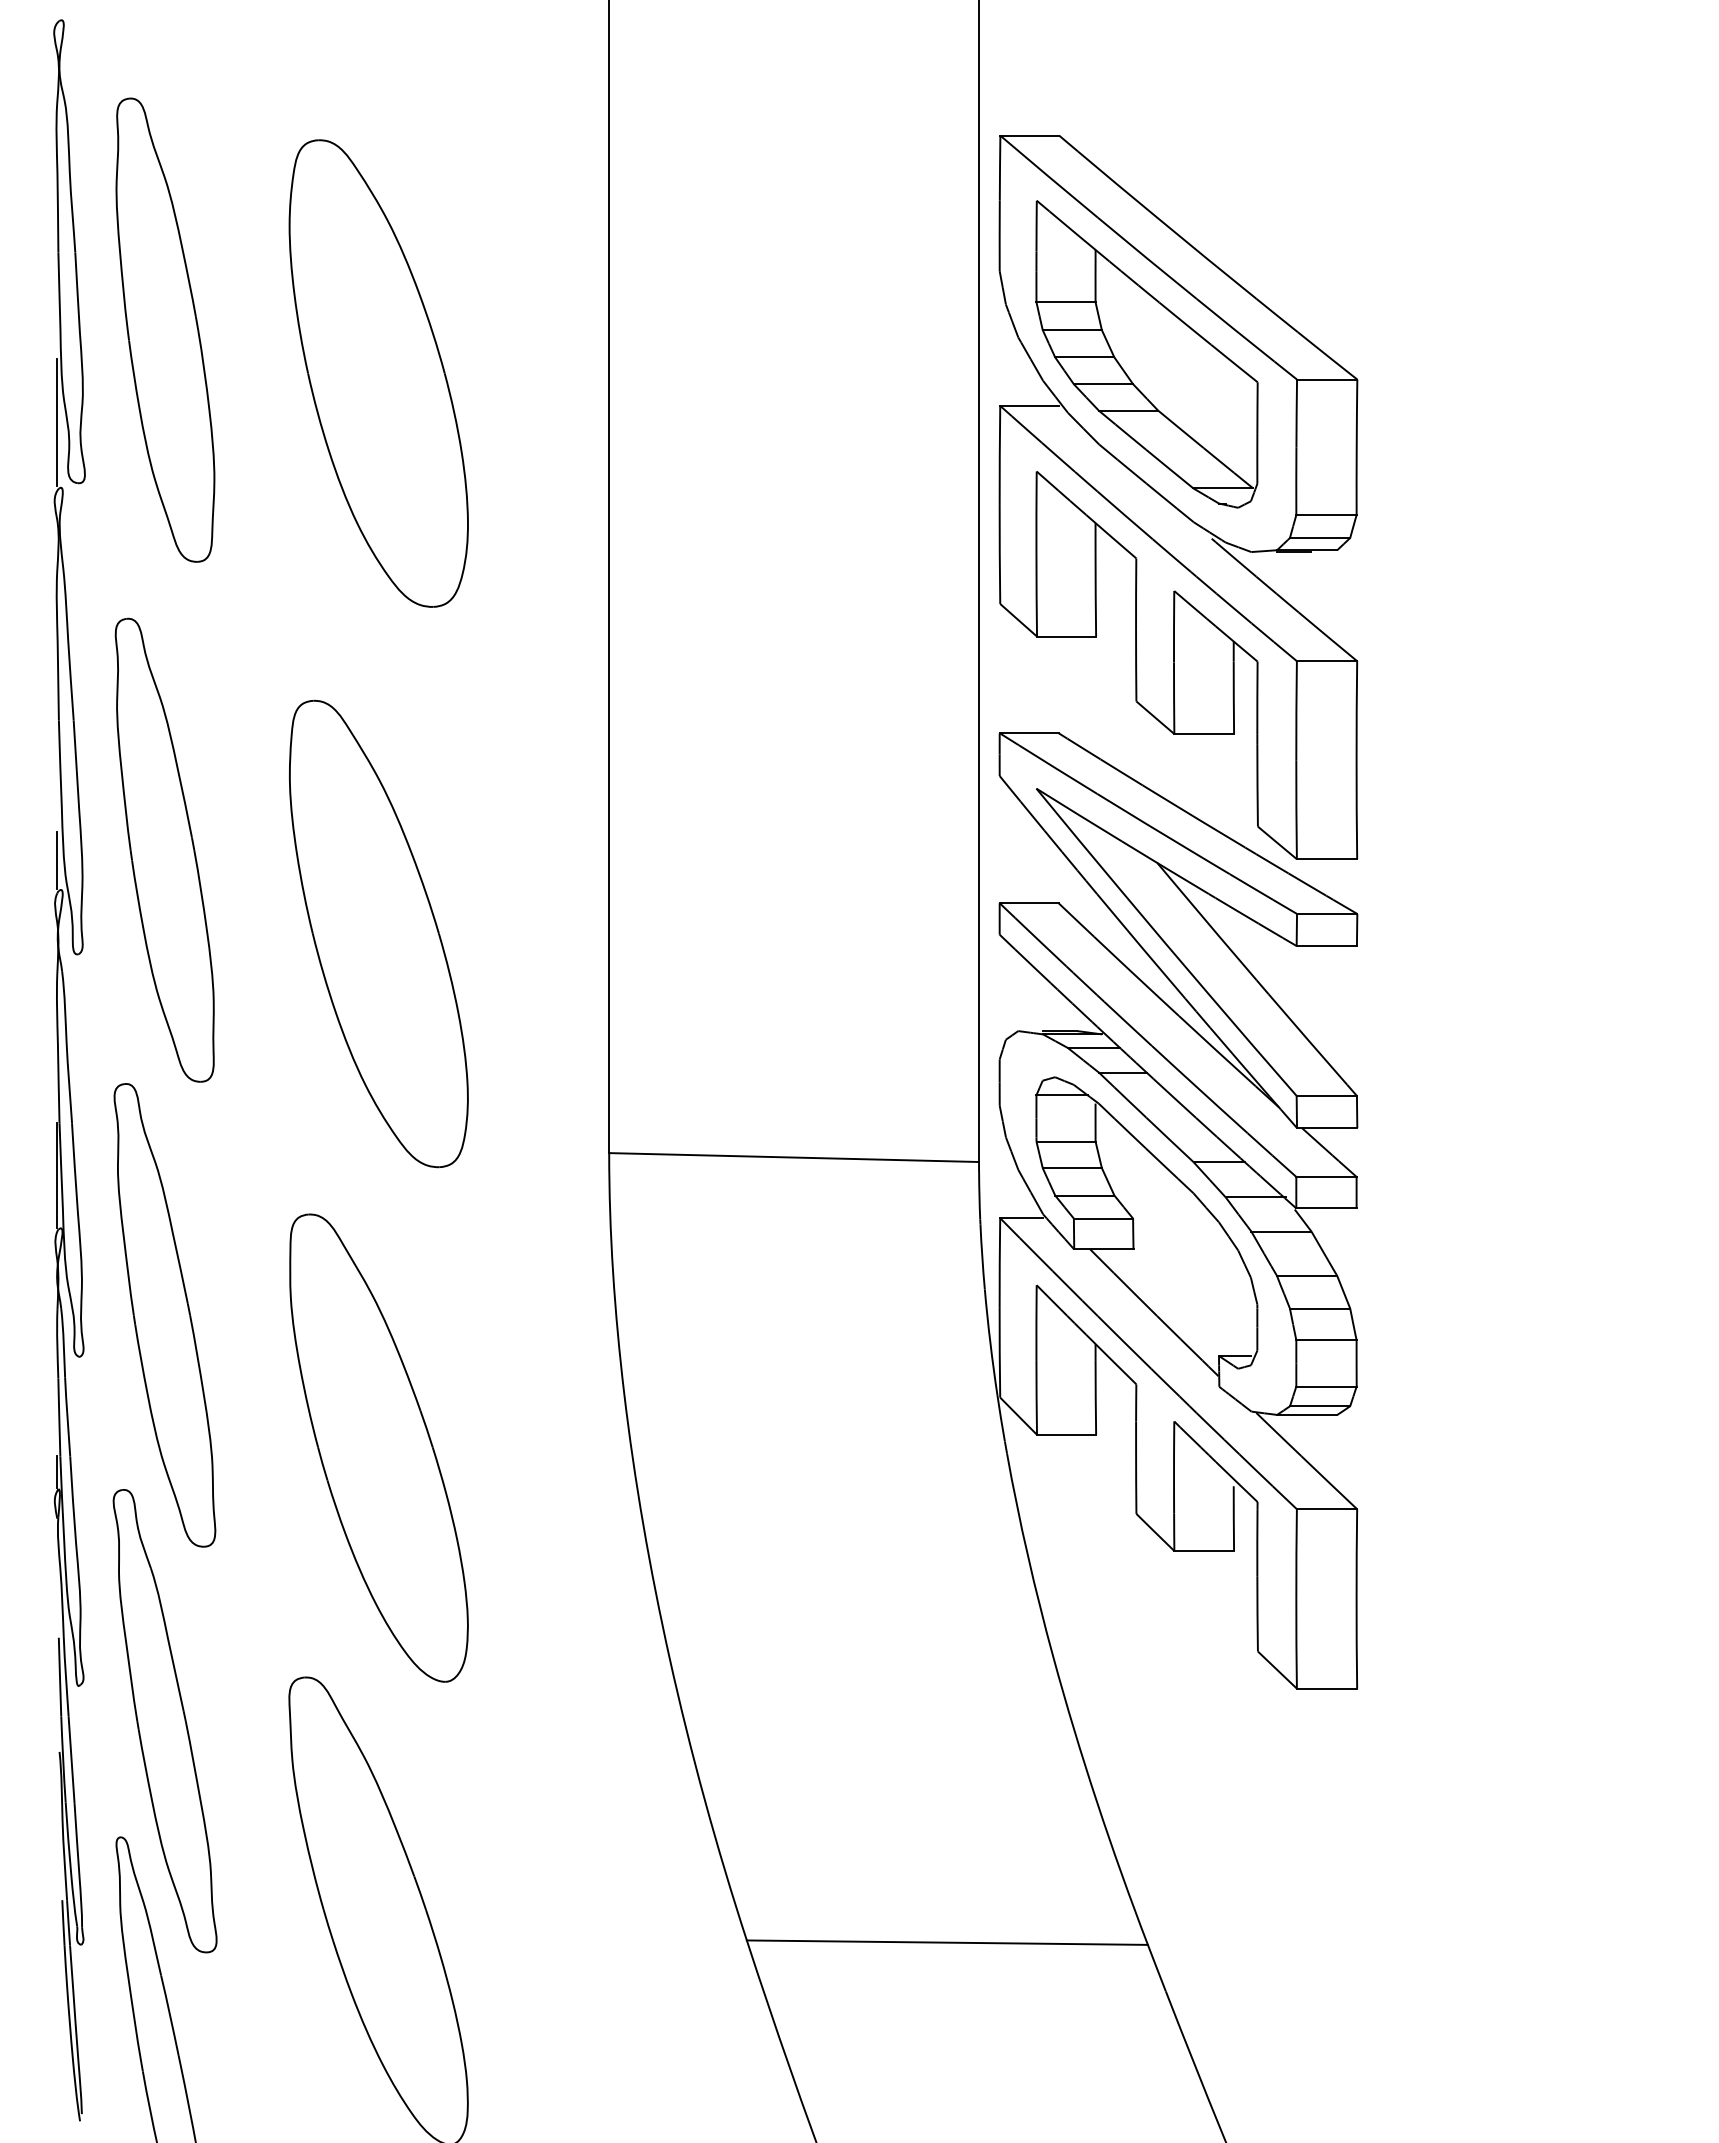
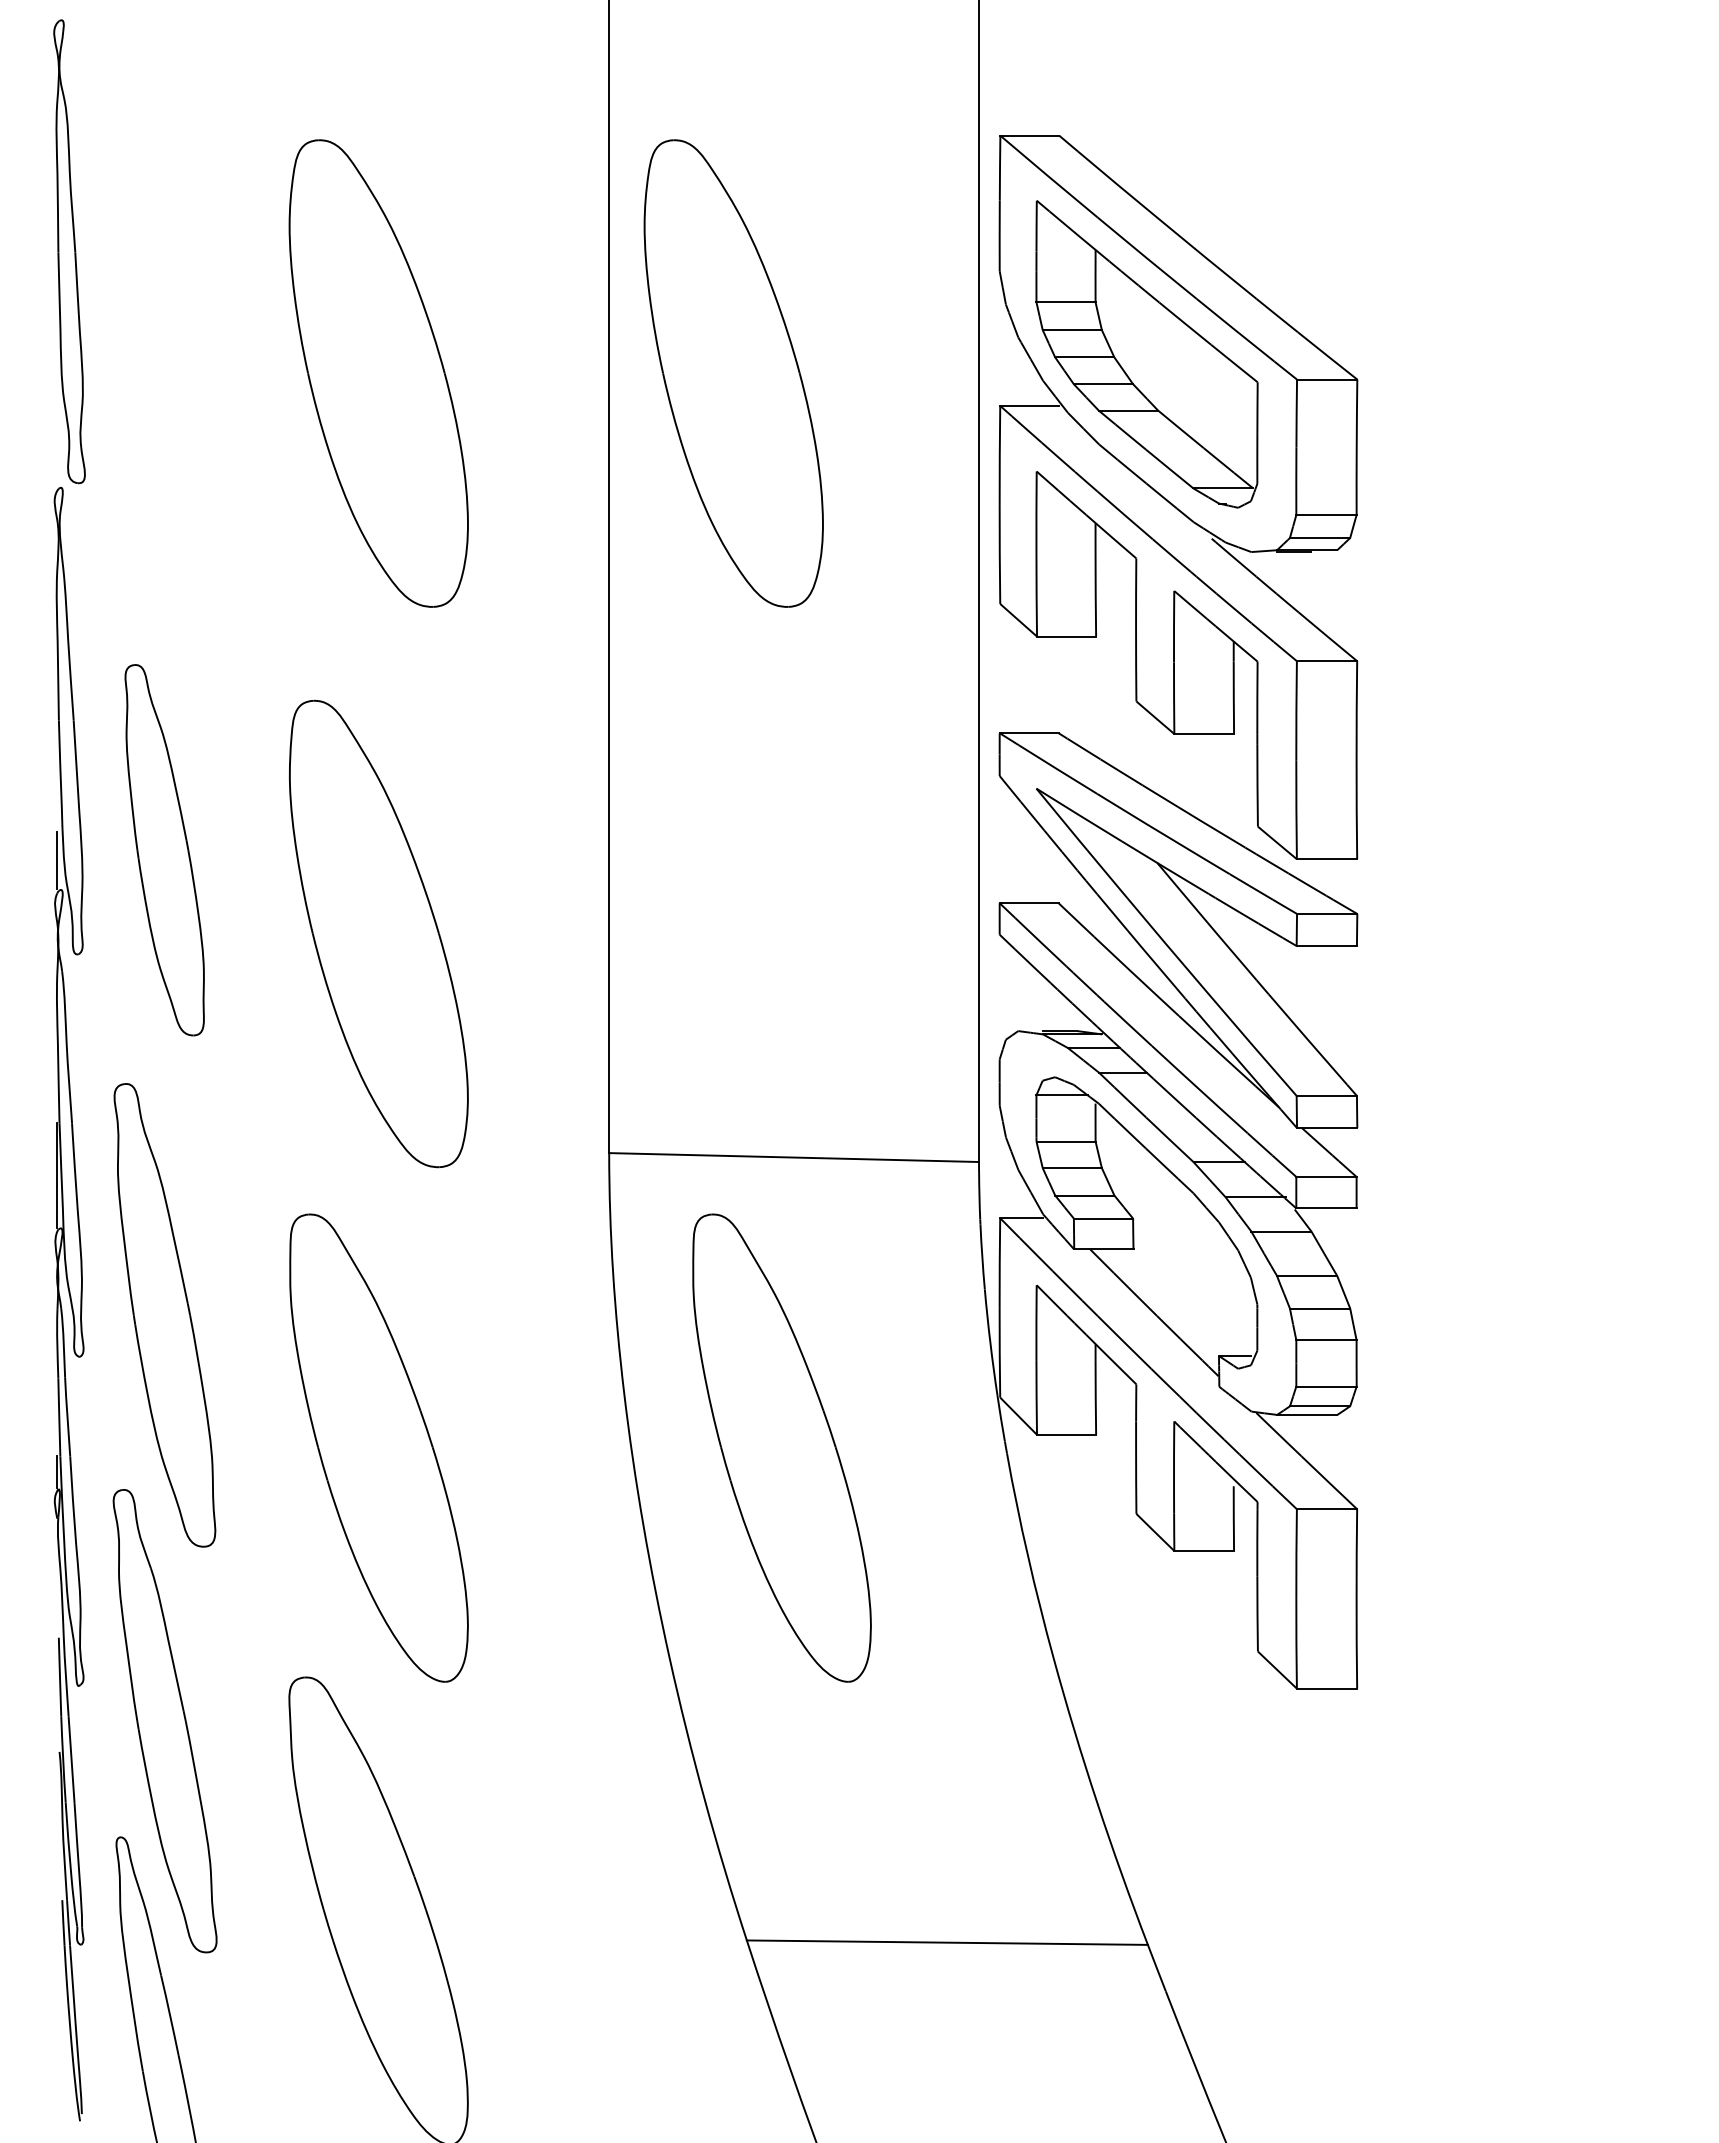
part at (165, 329): present -> none
part at (733, 373): none -> present
line at (57, 422): present -> none
part at (164, 849) size: 101x466 px -> 81x373 px
part at (781, 1447): none -> present
